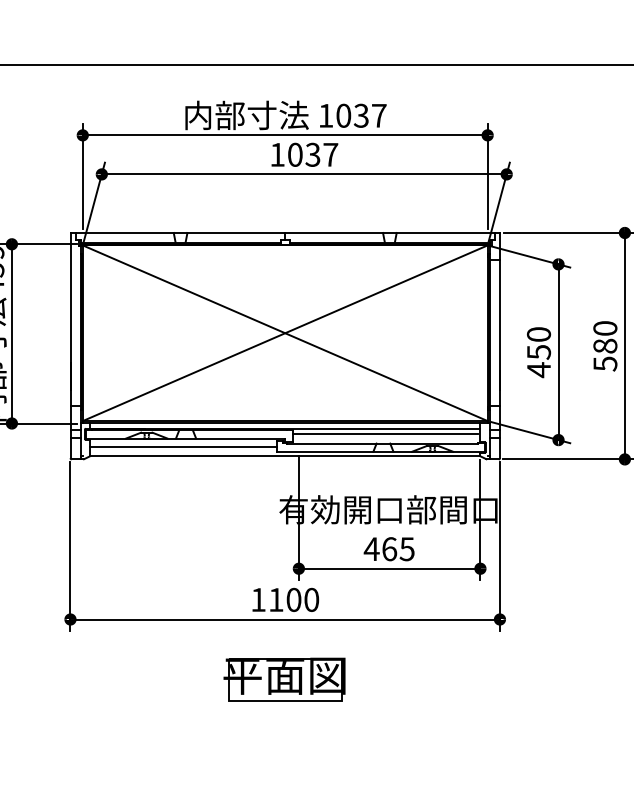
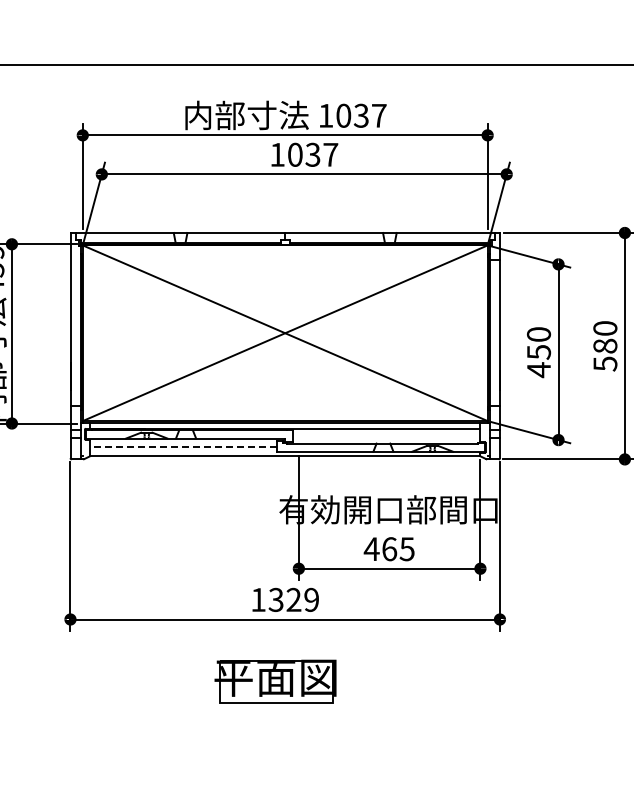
line at (385, 434): present -> none
line at (183, 447): solid -> dashed
text at (293, 599): 1100 -> 1329
part at (284, 679) position: (284, 679) -> (275, 681)
